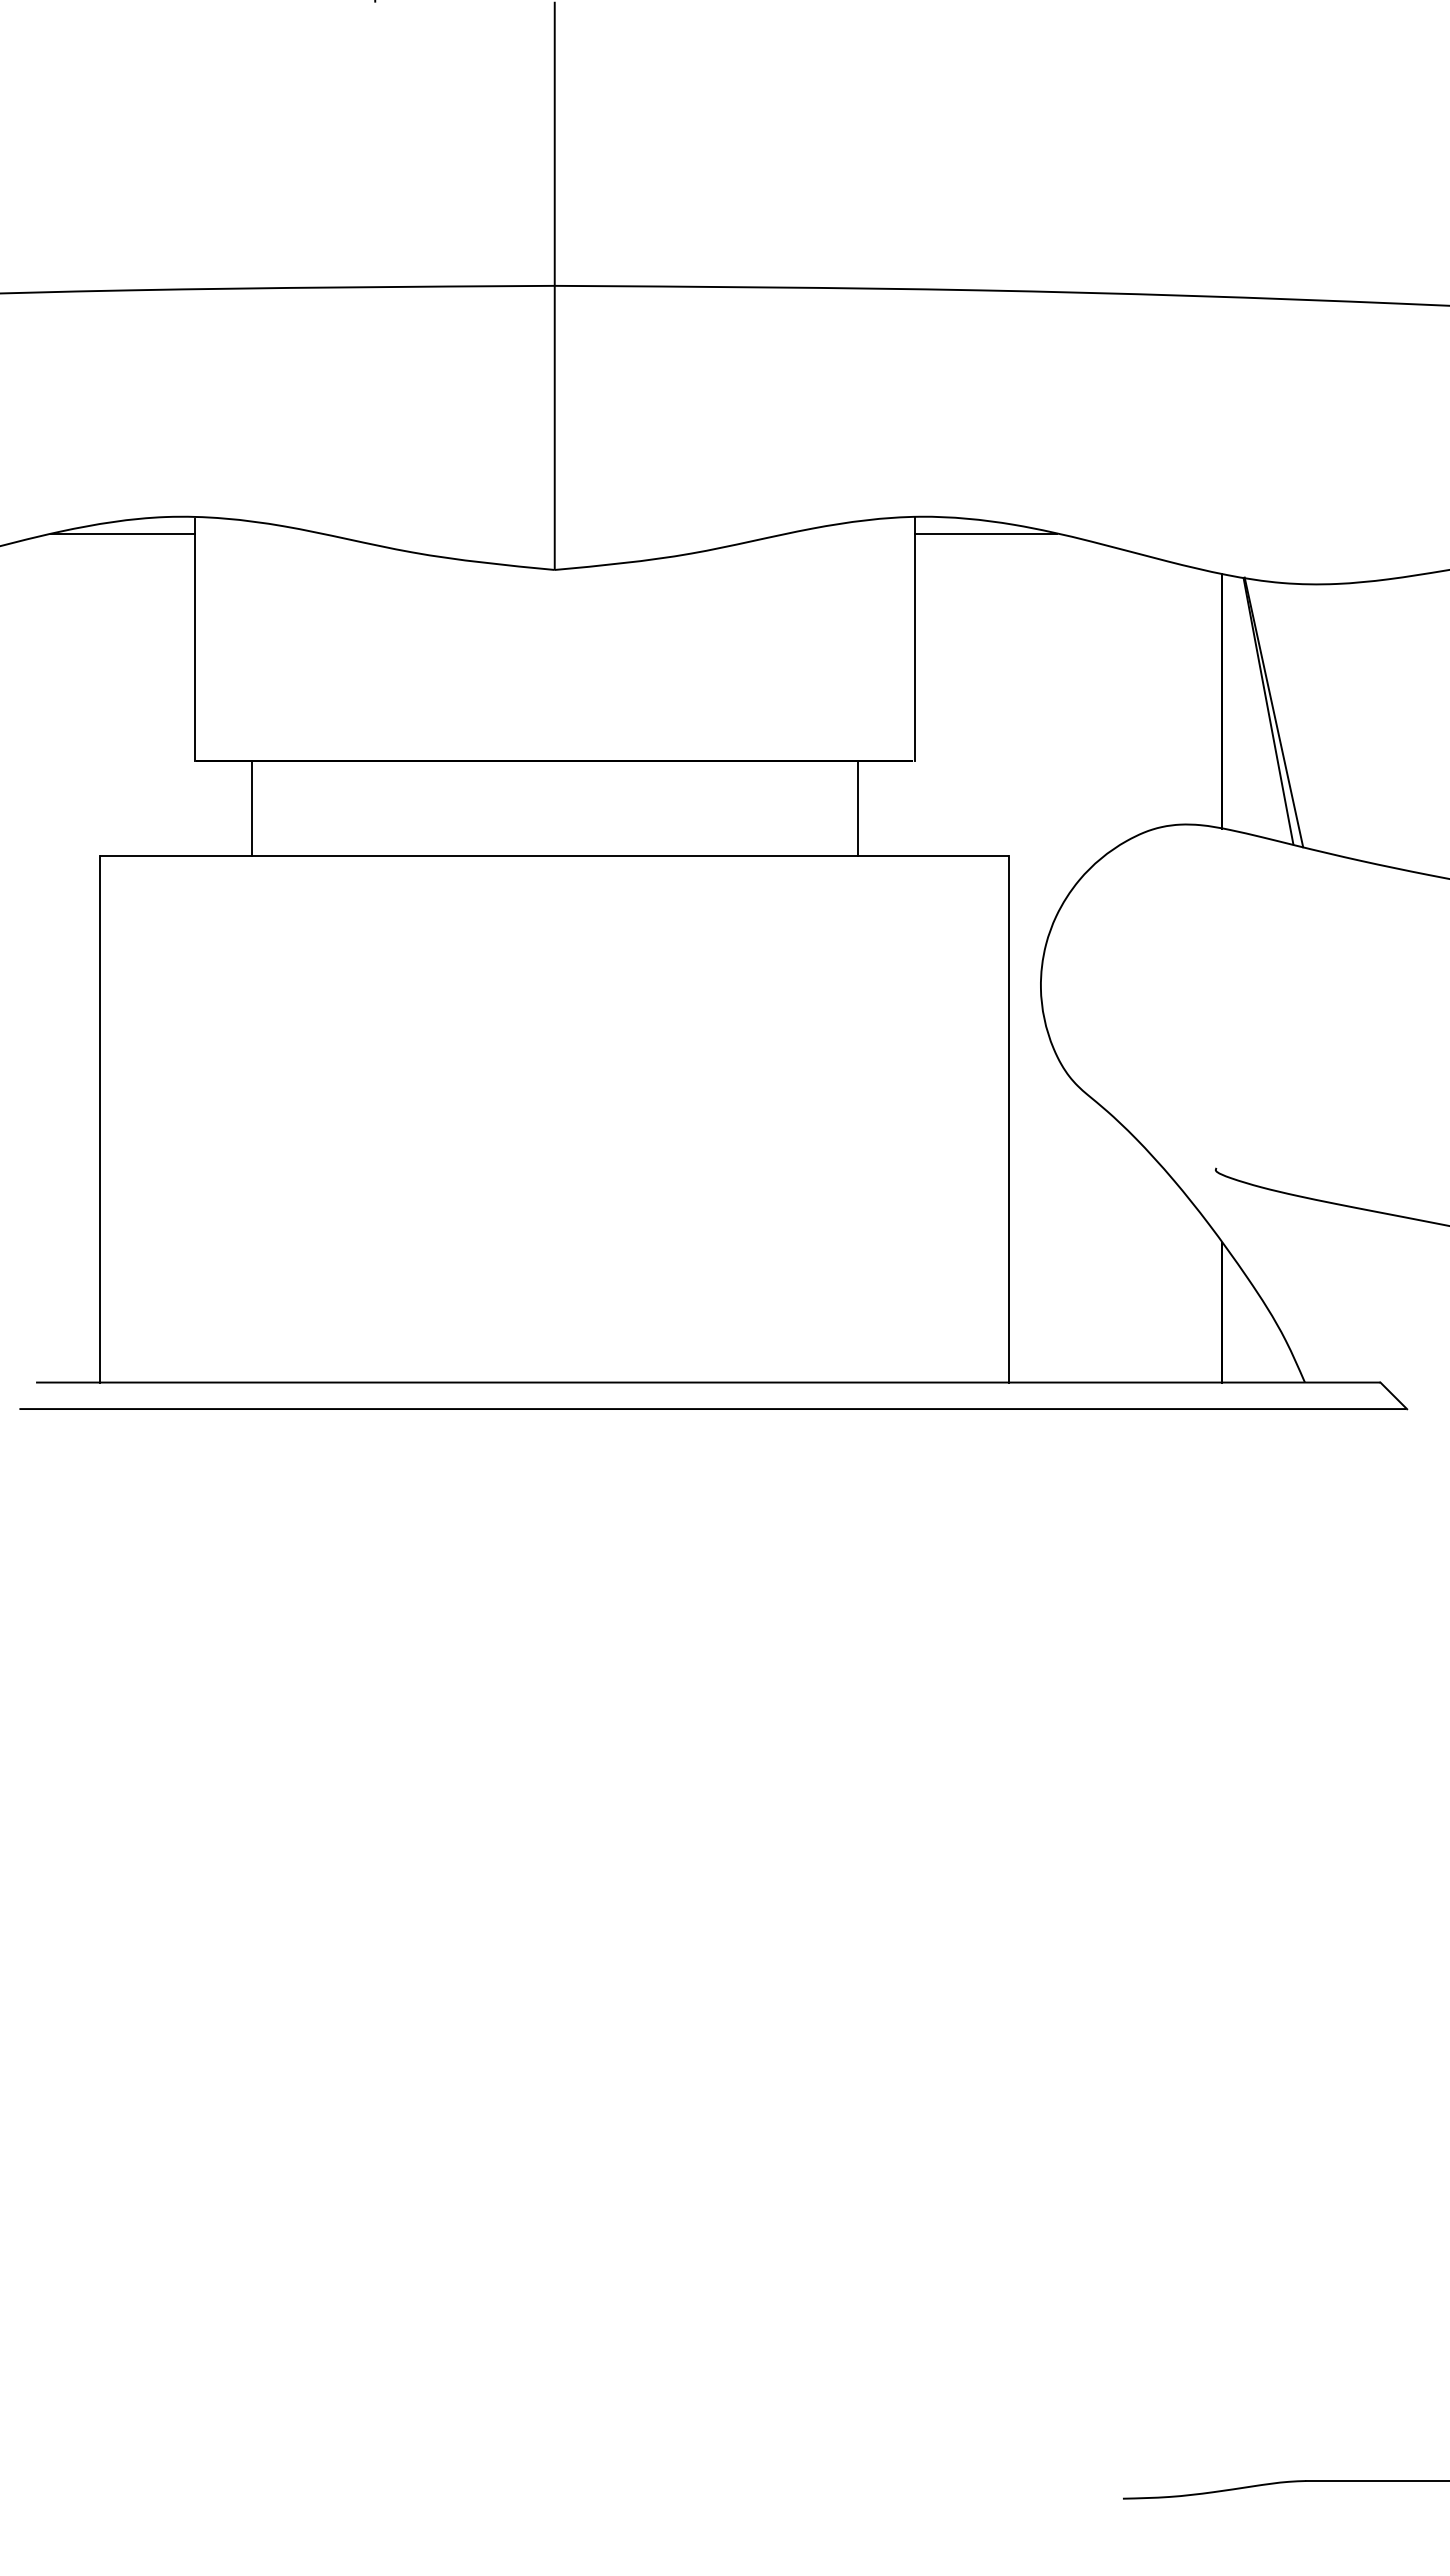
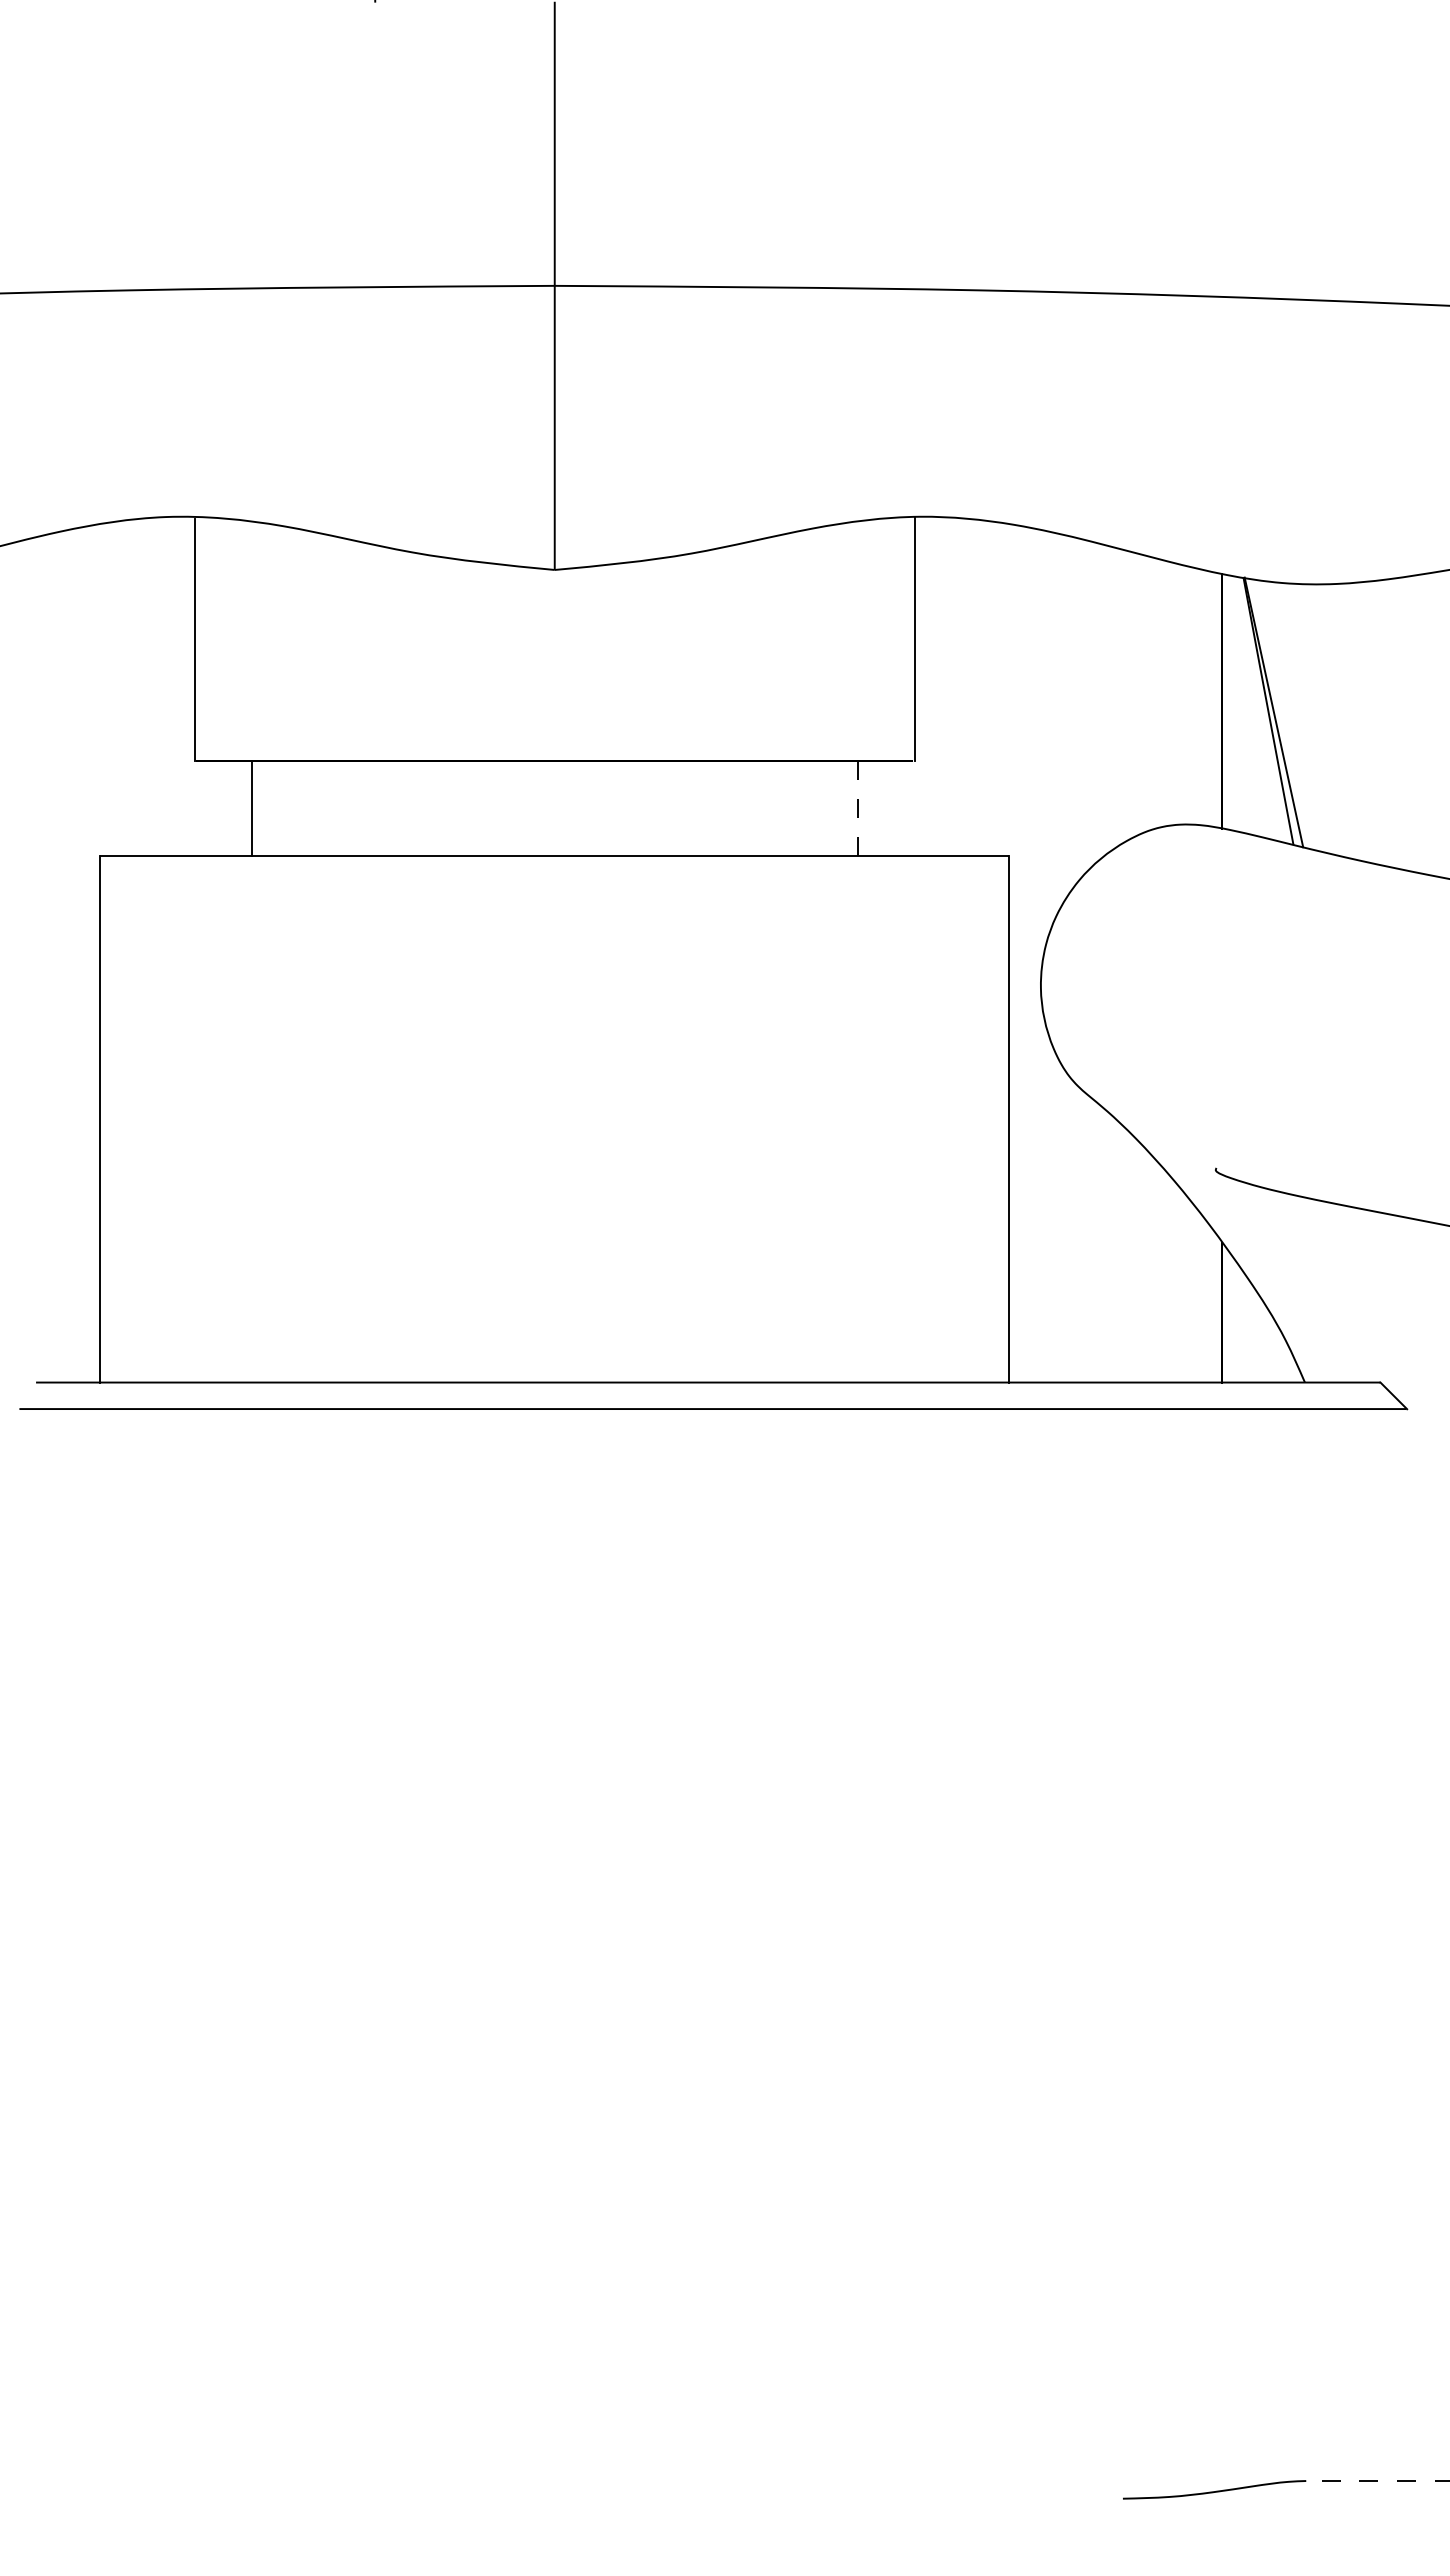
line at (122, 534): present -> none
line at (985, 534): present -> none
line at (857, 808): solid -> dashed
line at (1377, 2481): solid -> dashed
